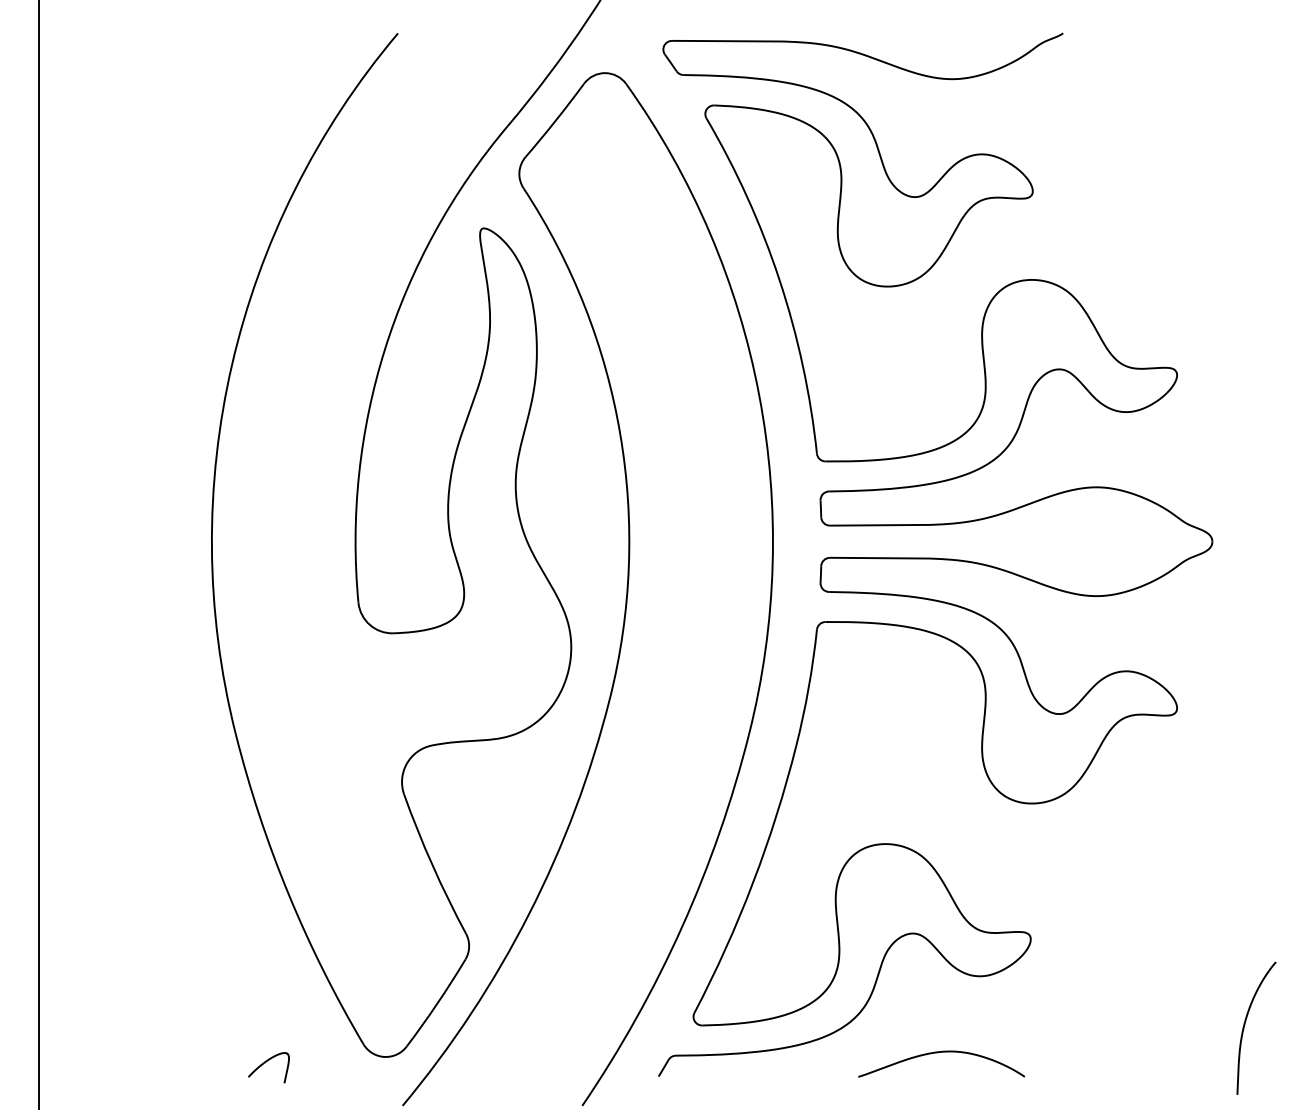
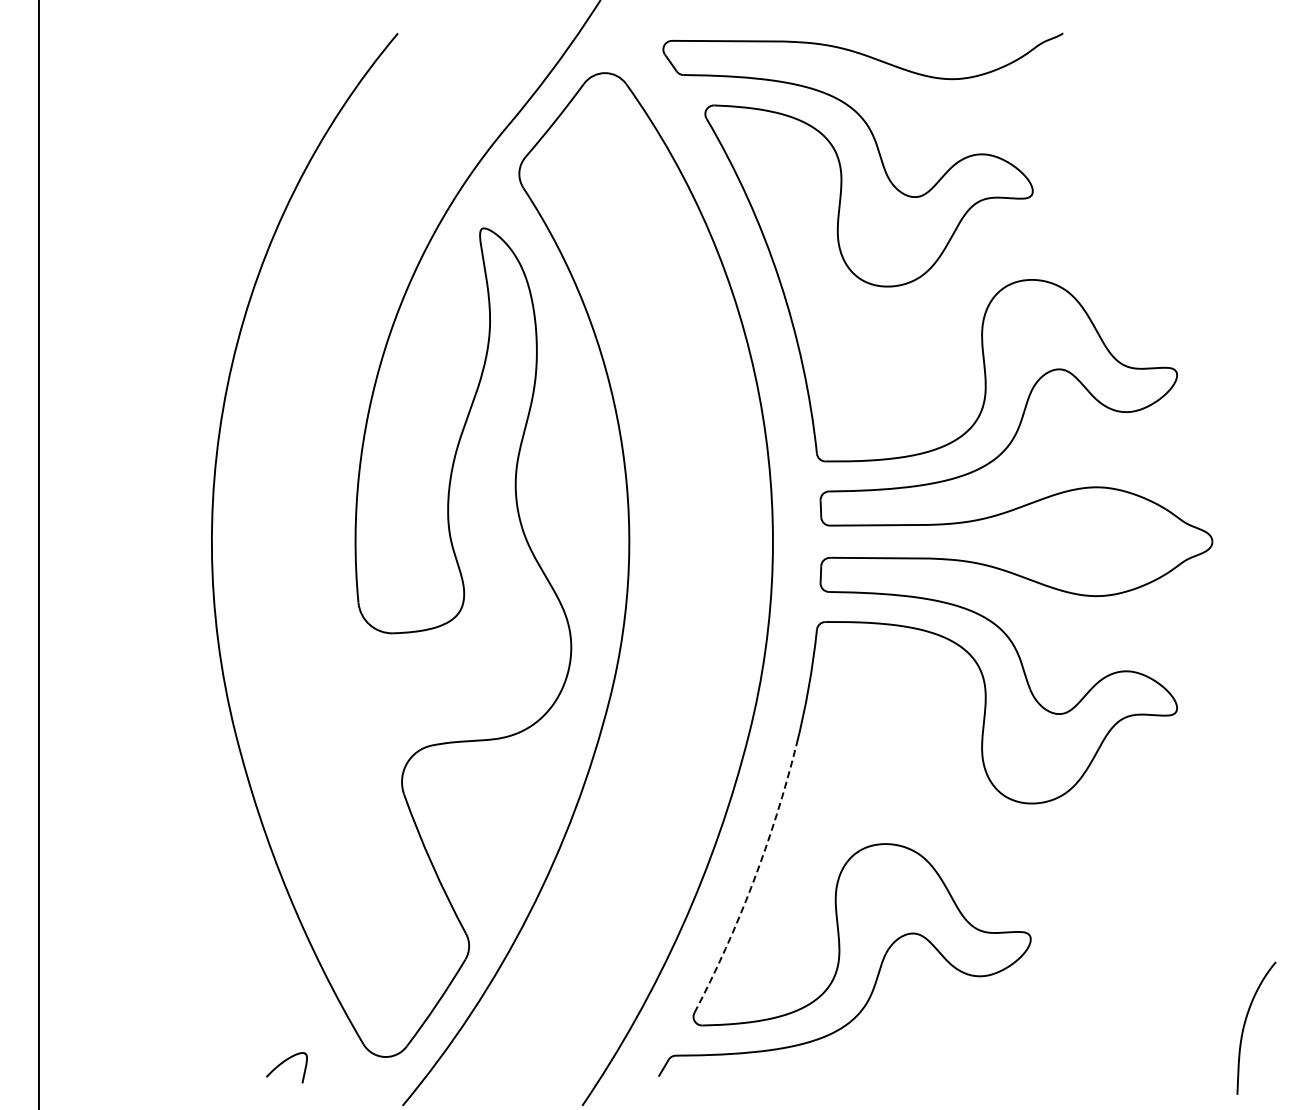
arc at (753, 882): solid -> dashed
curve at (938, 1053): present -> none
curve at (265, 1063) position: (265, 1063) -> (283, 1063)
